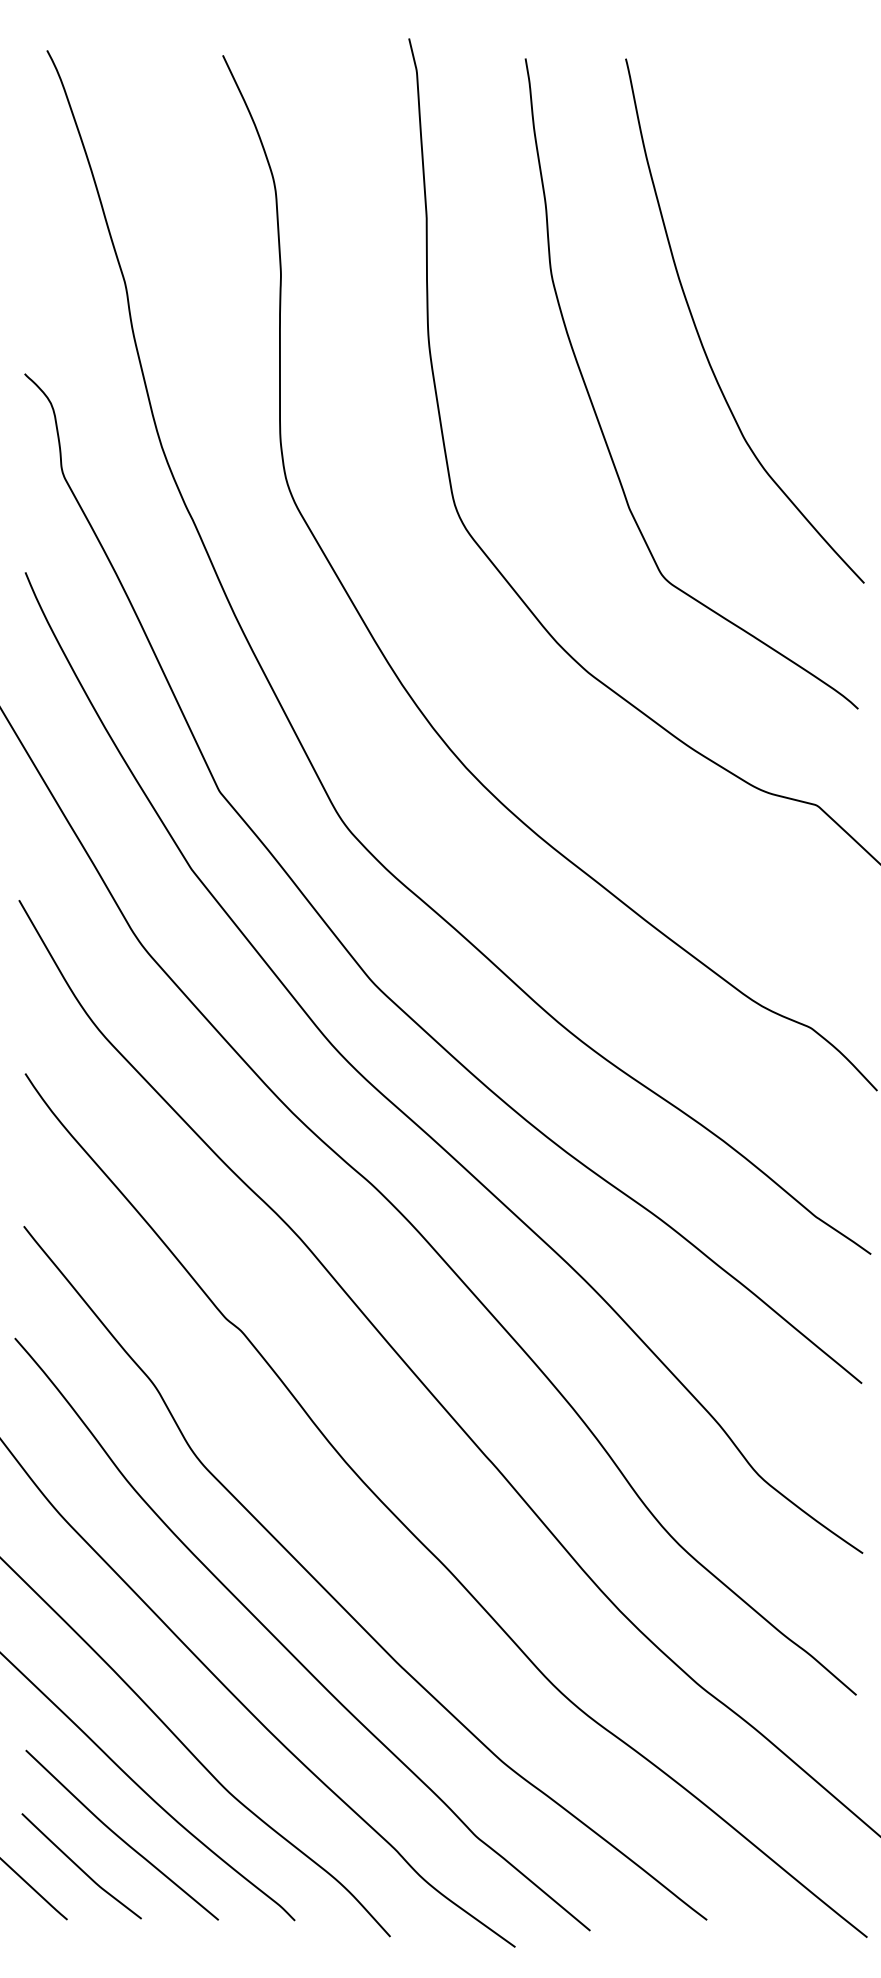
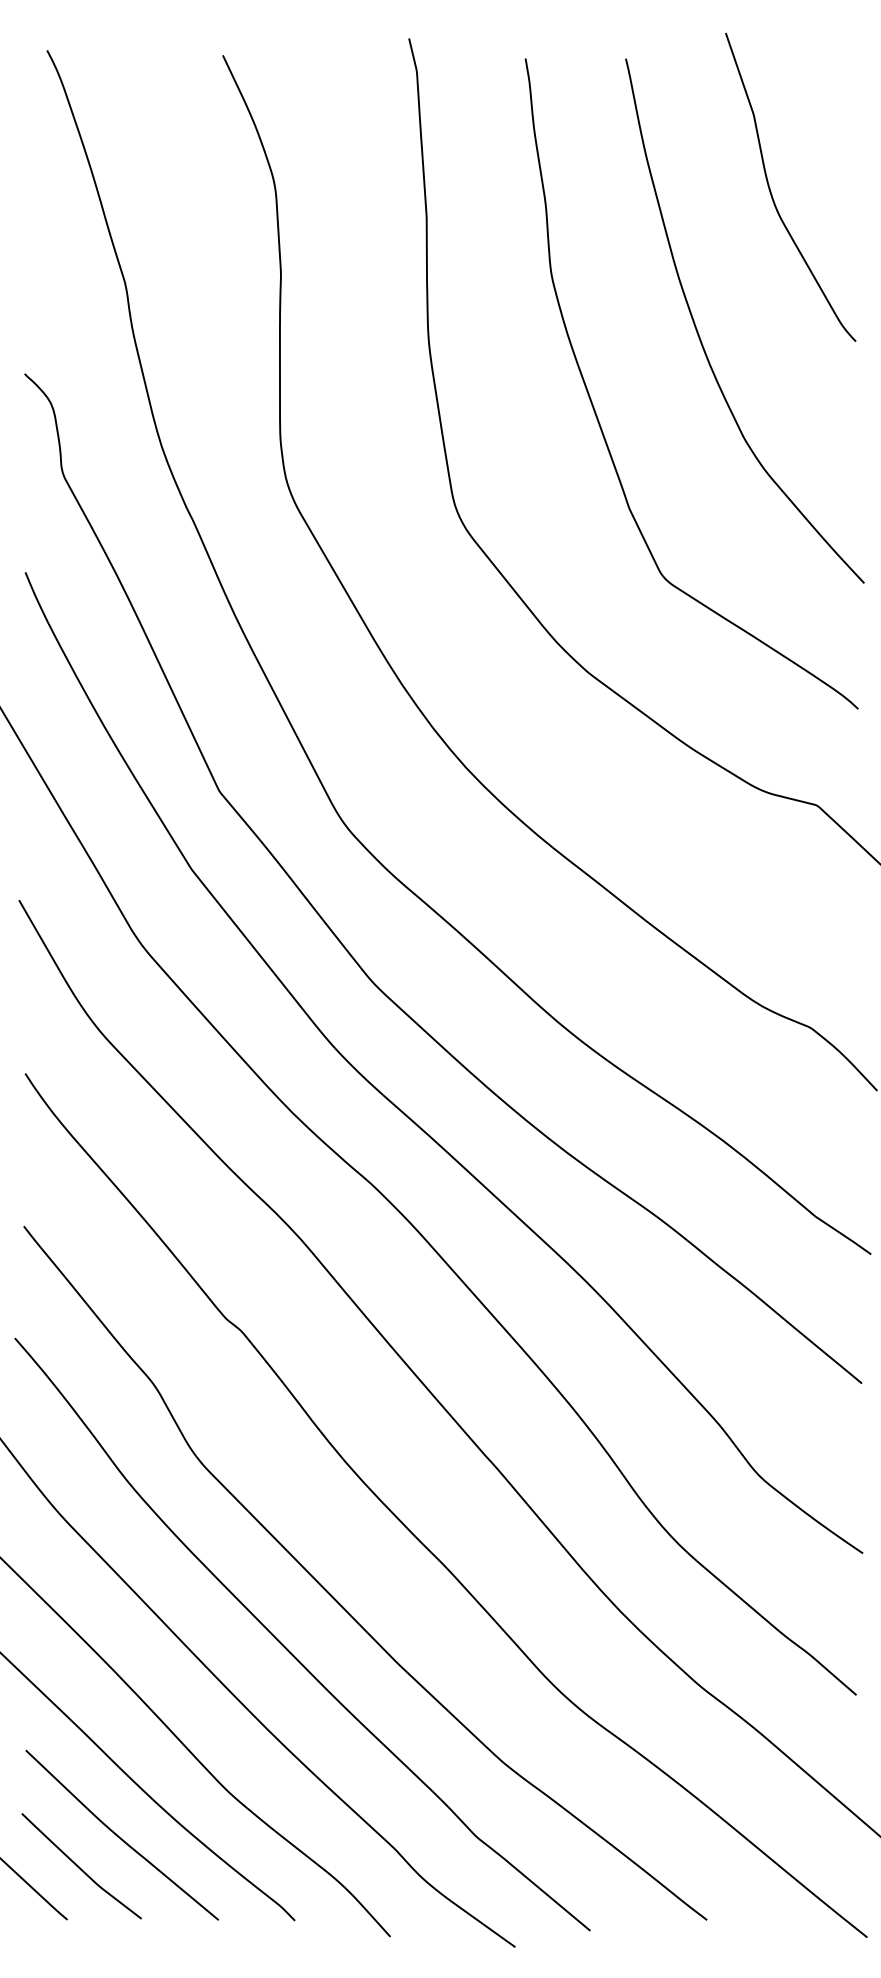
curve at (771, 191): none -> present
